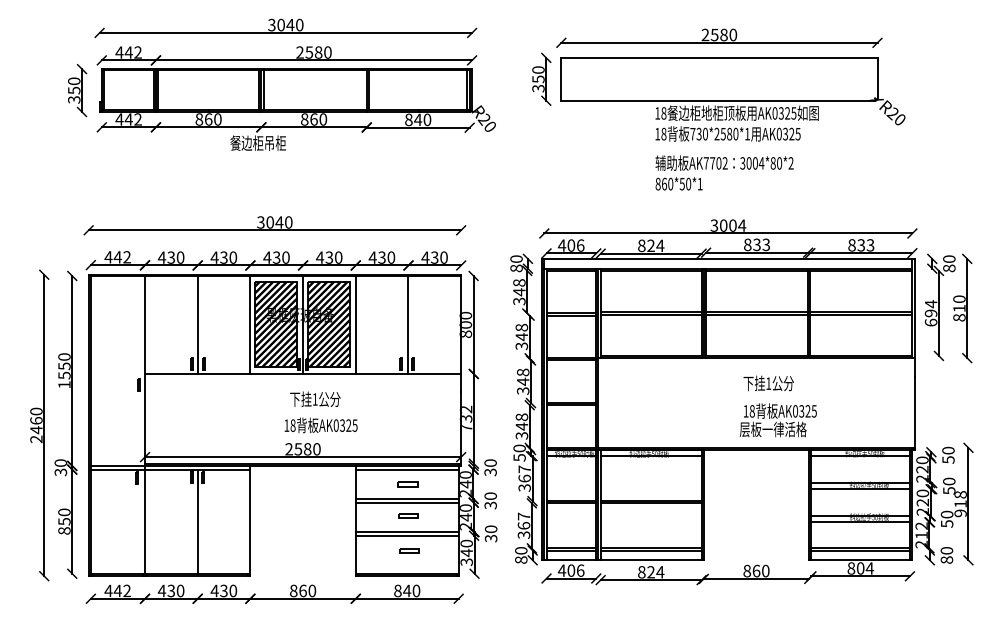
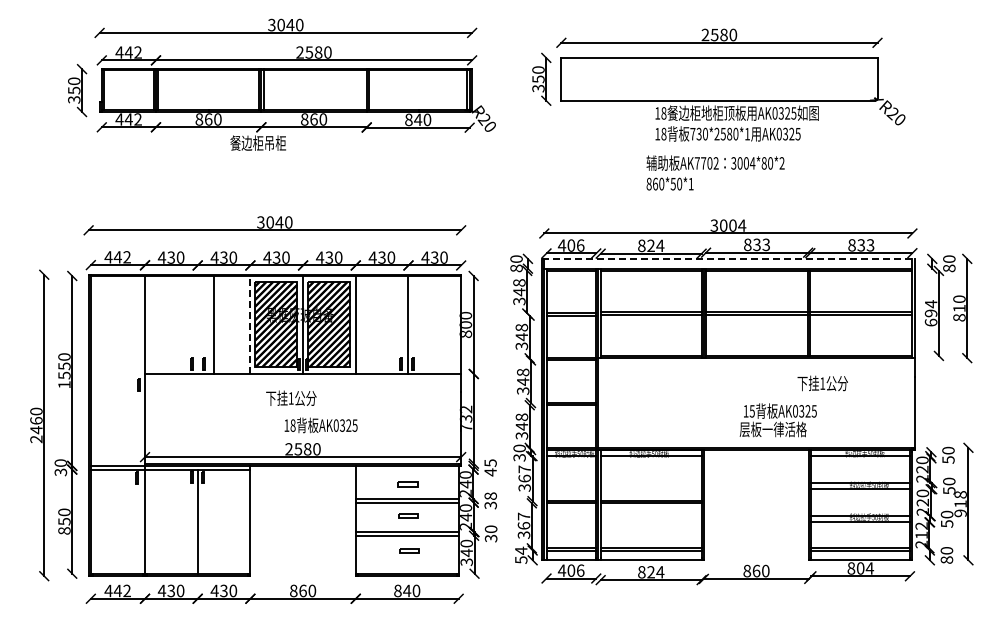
text at (724, 172) position: (724, 172) -> (715, 172)
line at (728, 258): solid -> dashed
line at (197, 324) position: (197, 324) -> (213, 324)
line at (250, 324): solid -> dashed
text at (768, 383) position: (768, 383) -> (822, 383)
text at (315, 398) position: (315, 398) -> (291, 397)
text at (751, 411): 18 -> 15
text at (519, 457): 50 -> 30
text at (490, 467): 30 -> 45
line at (406, 469): present -> none
text at (490, 495): 30 -> 38
text at (521, 554): 80 -> 54
